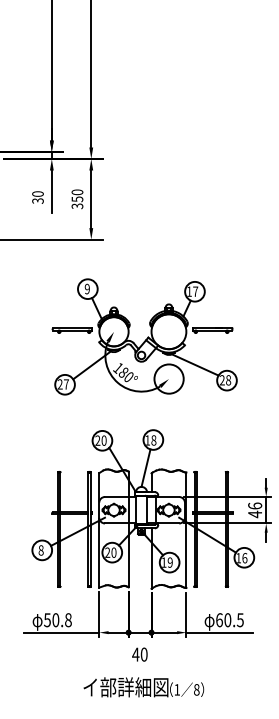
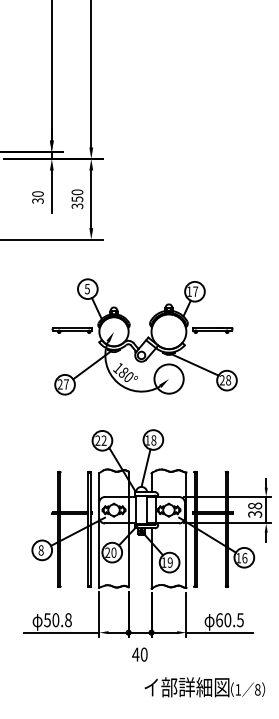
text at (86, 288): 9 -> 5
text at (103, 440): 20 -> 22
text at (255, 510): 46 -> 38
text at (143, 687) position: (143, 687) -> (204, 687)
